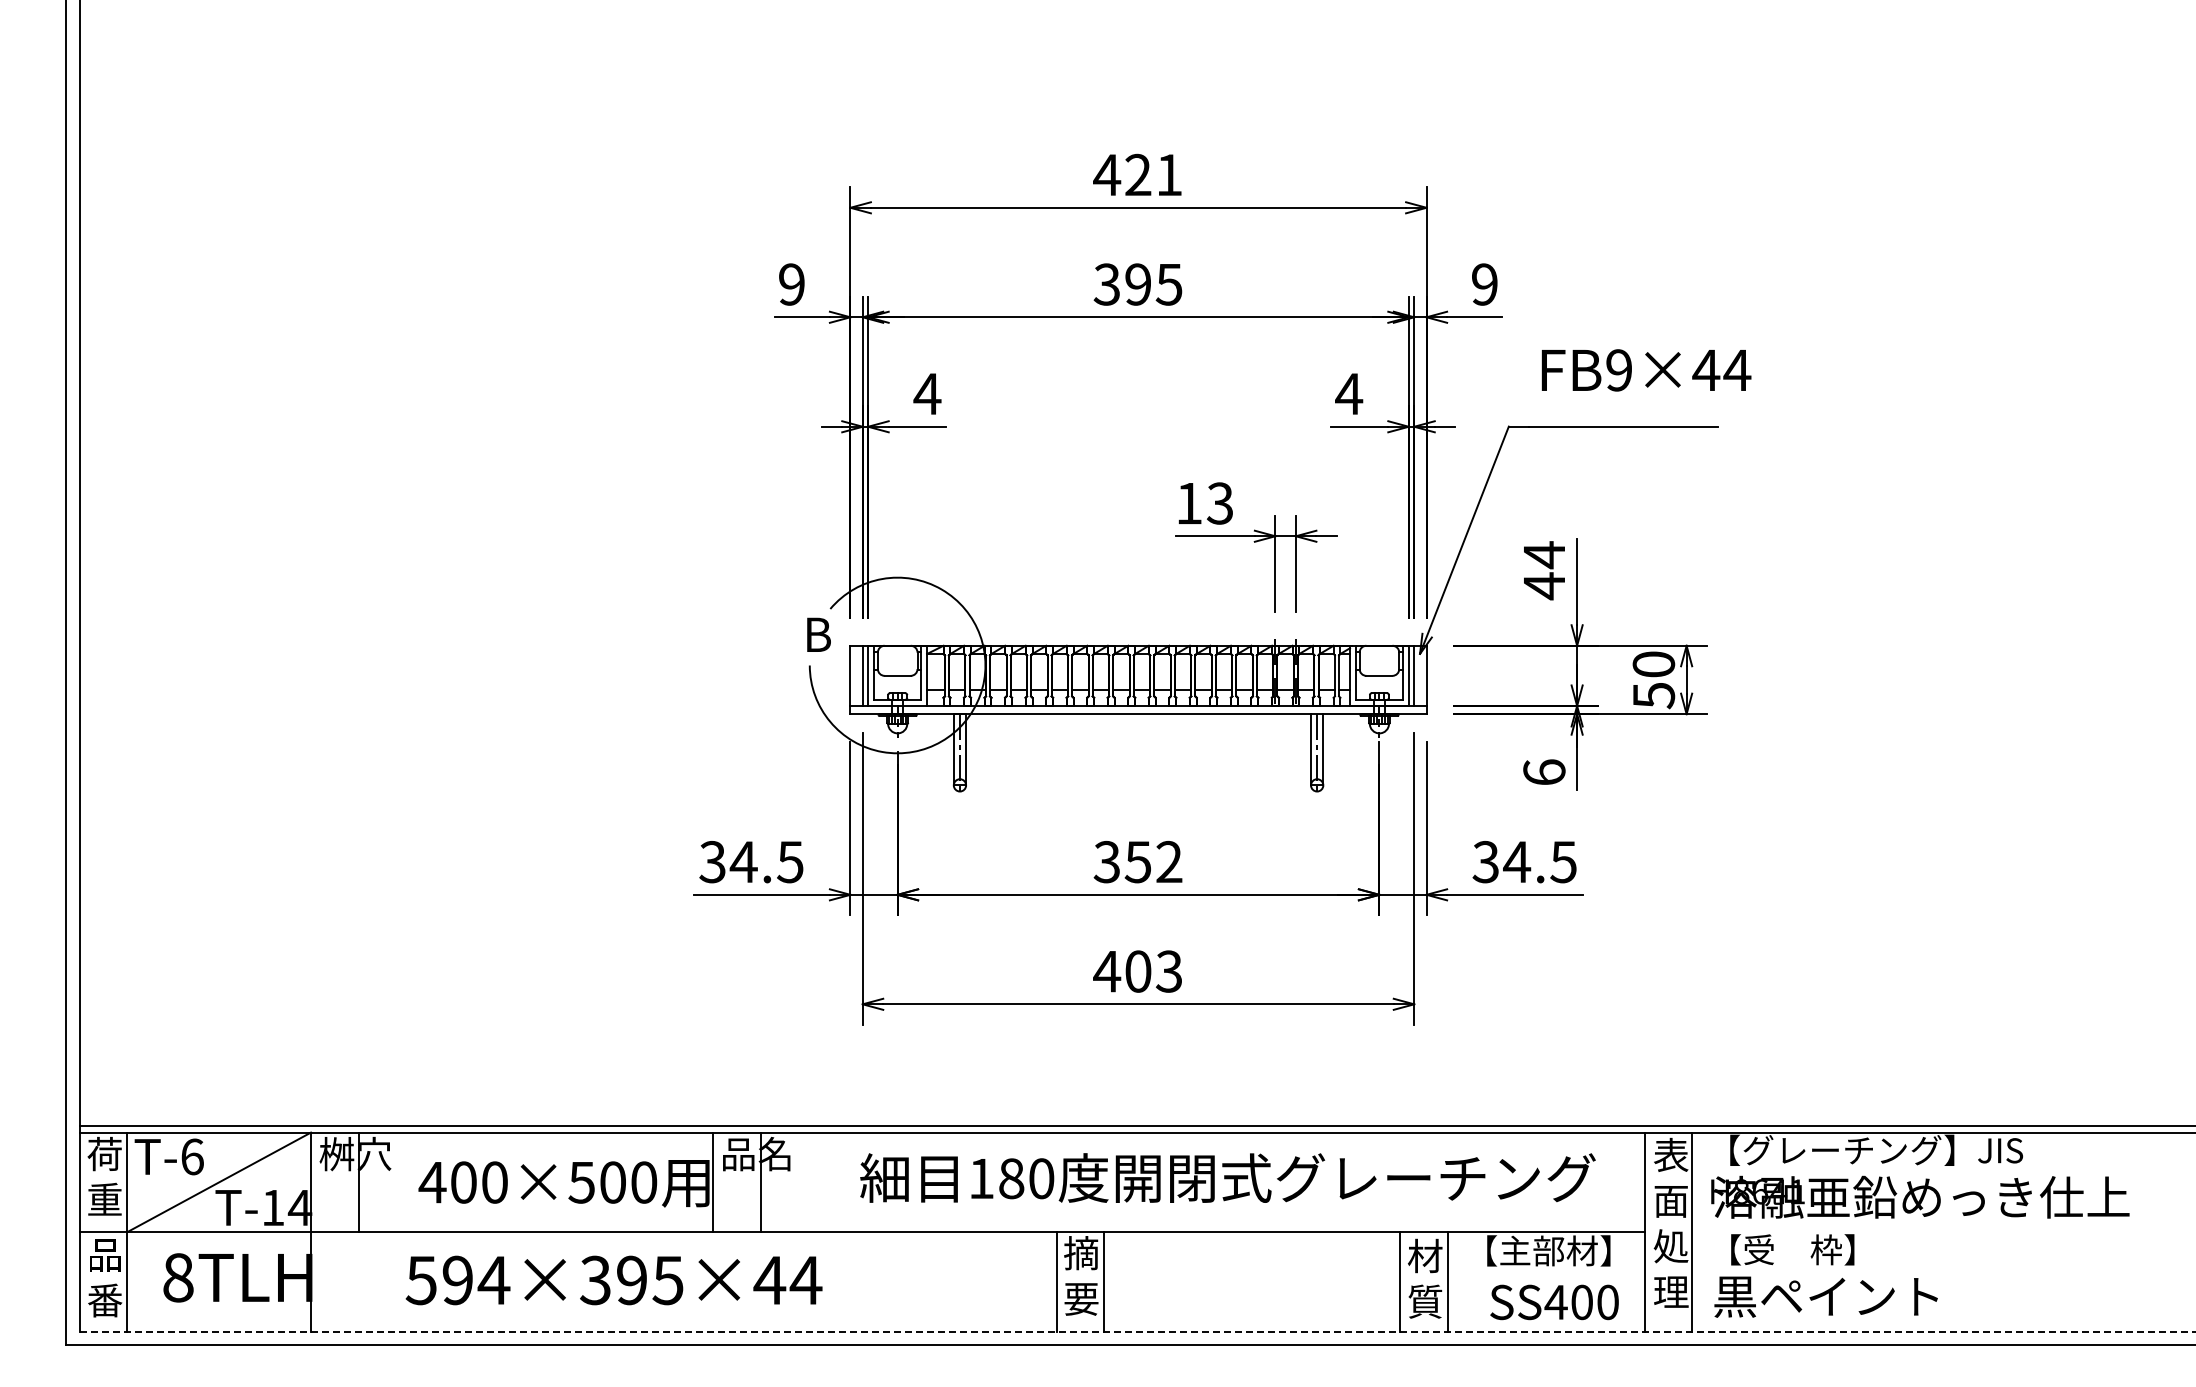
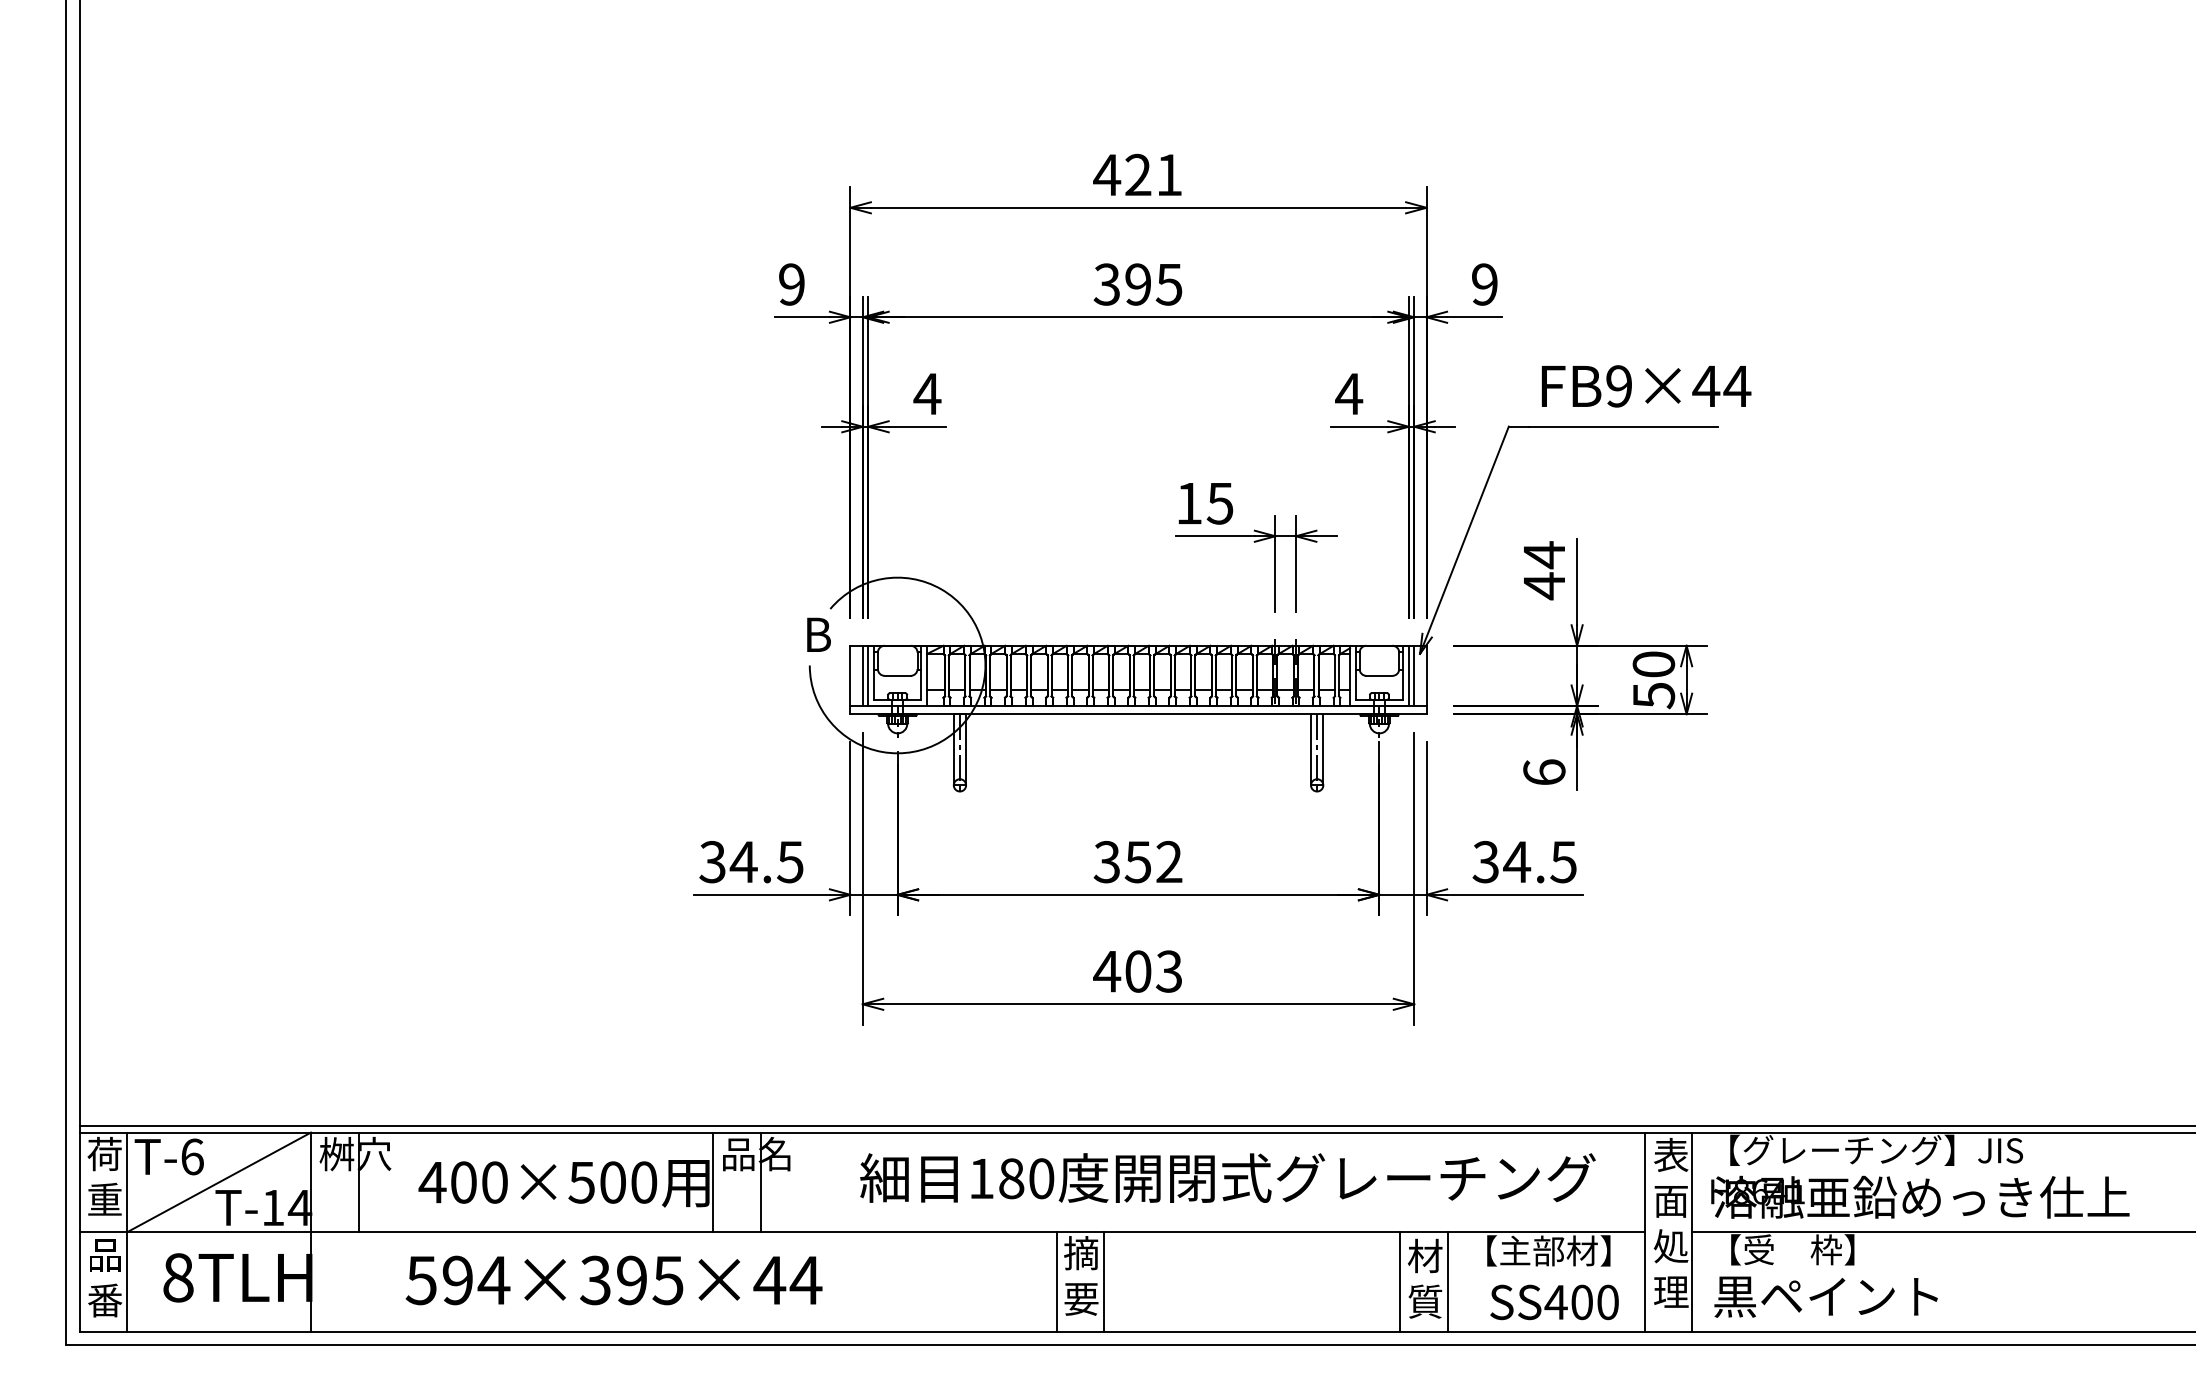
text at (1646, 370) position: (1646, 370) -> (1646, 386)
text at (1219, 503): 13 -> 15
line at (1942, 1232): none -> present
line at (1137, 1331): dashed -> solid
